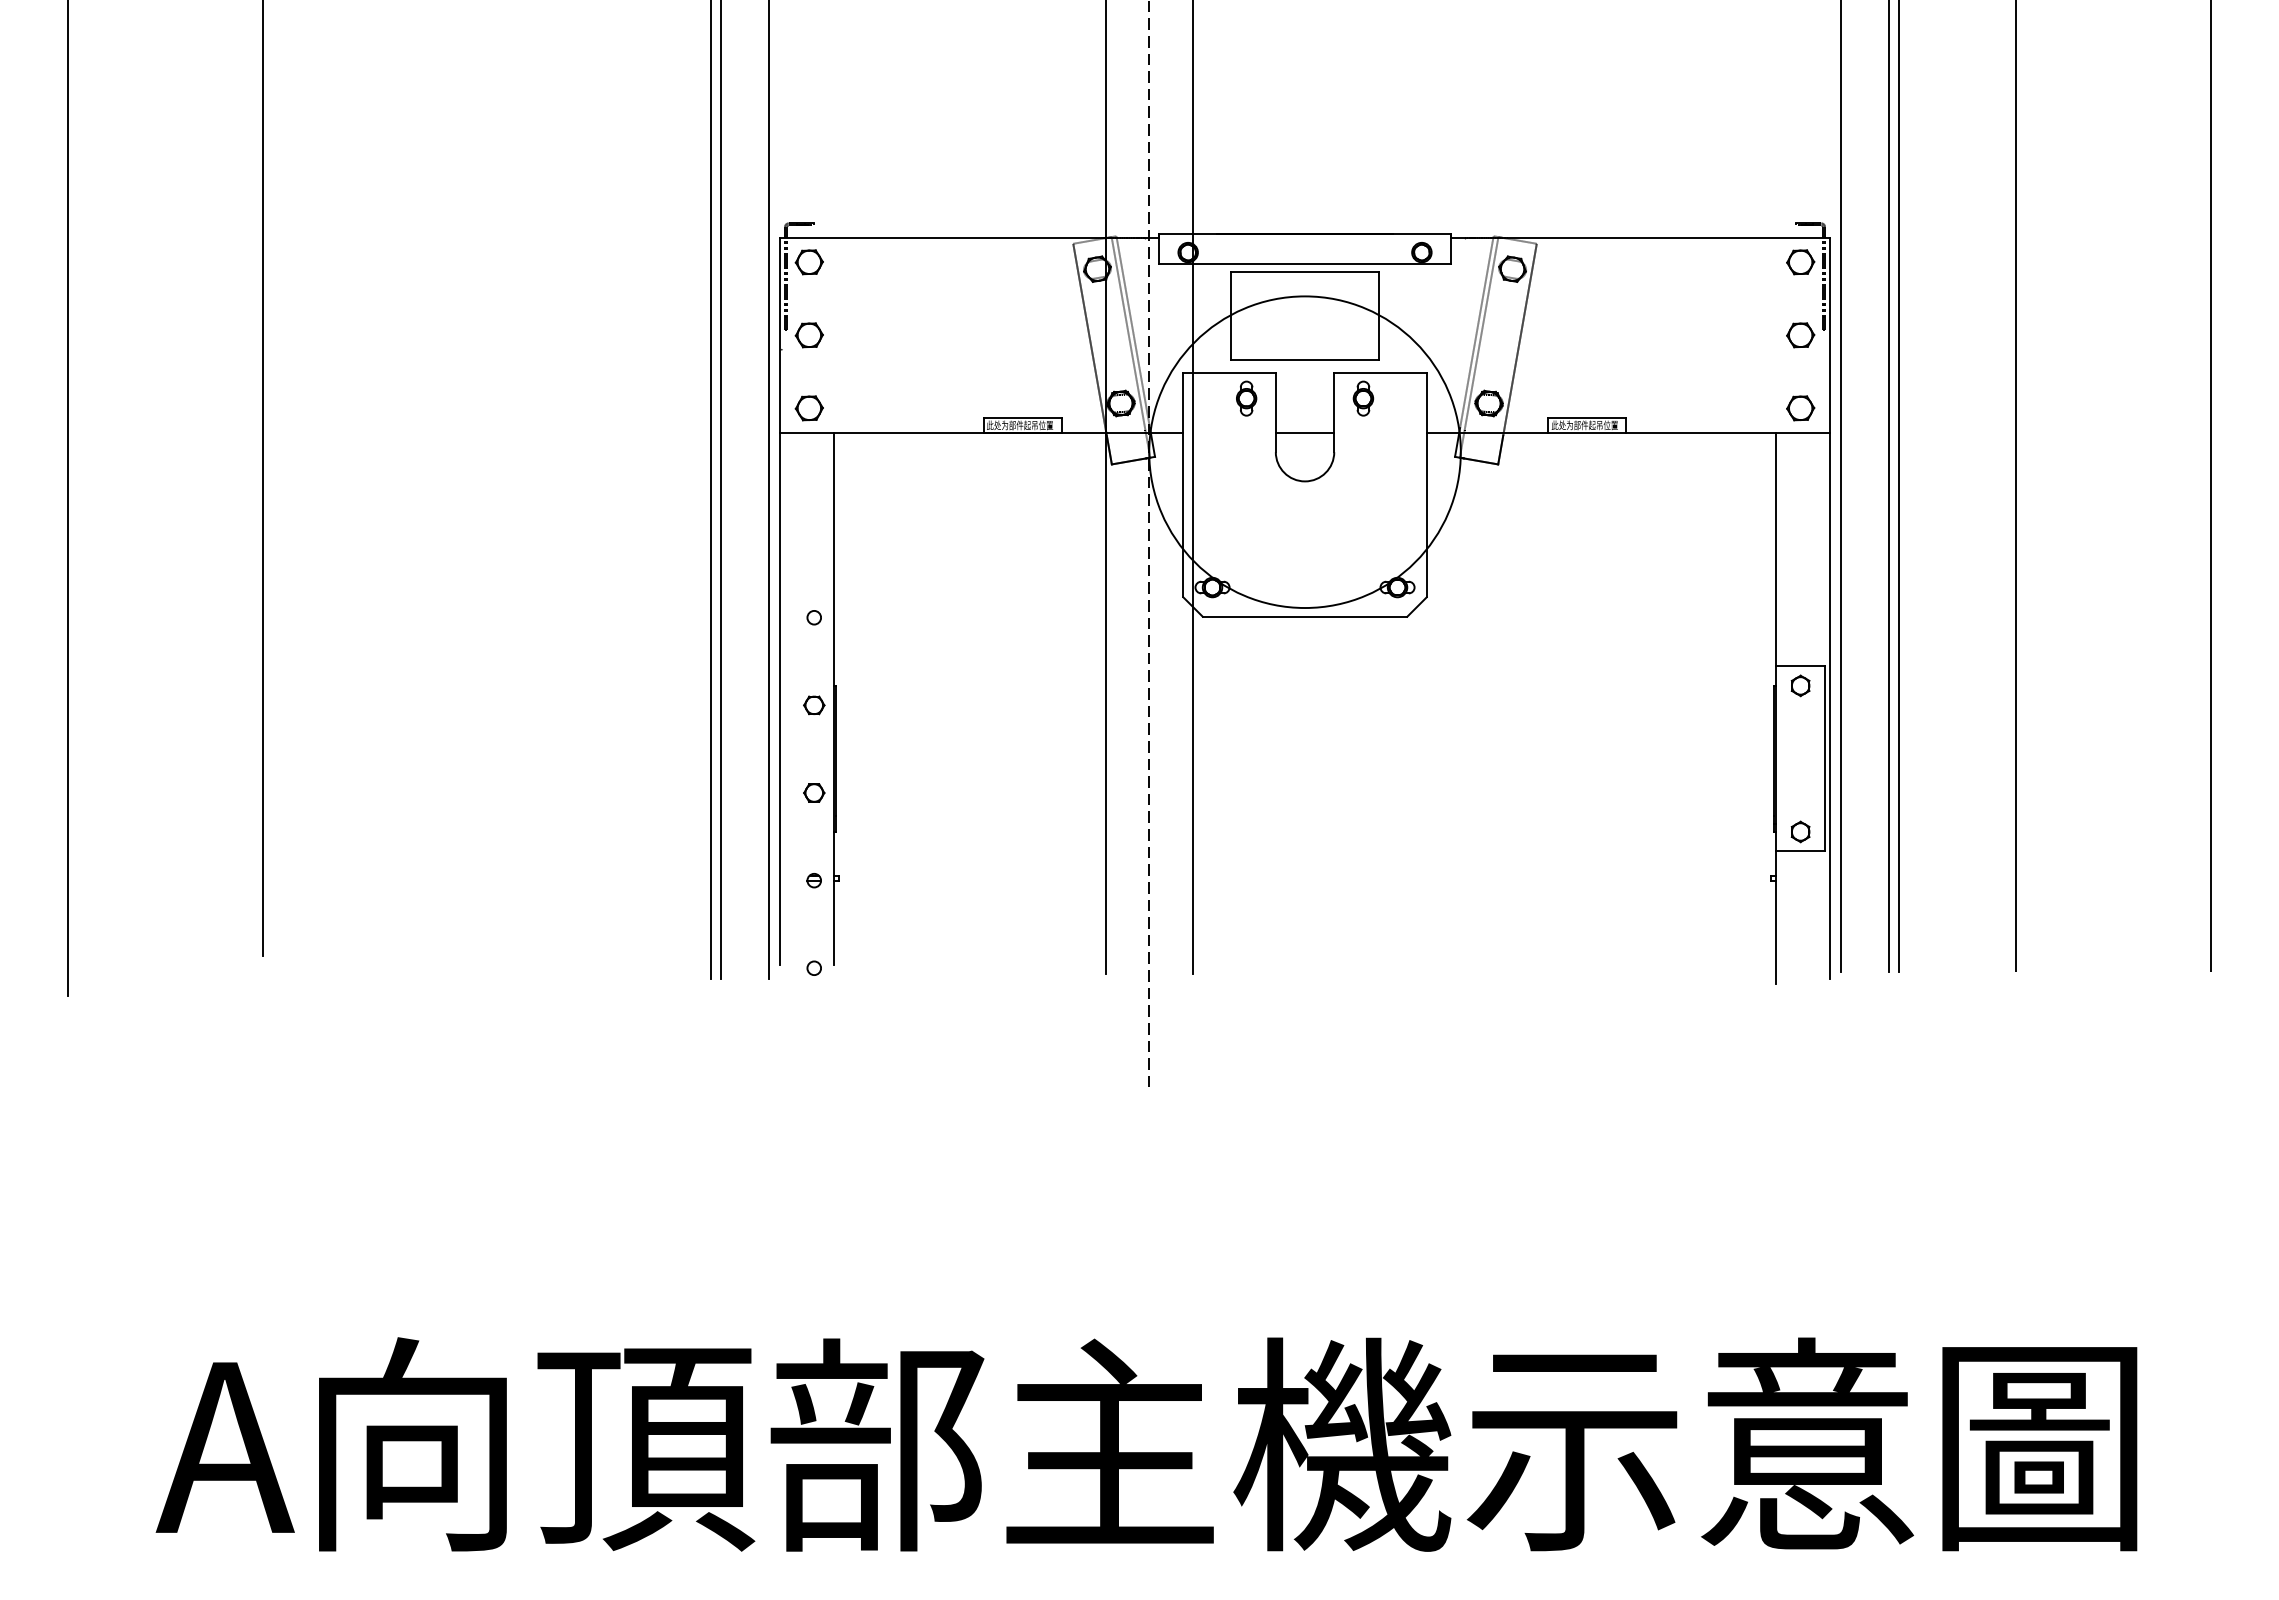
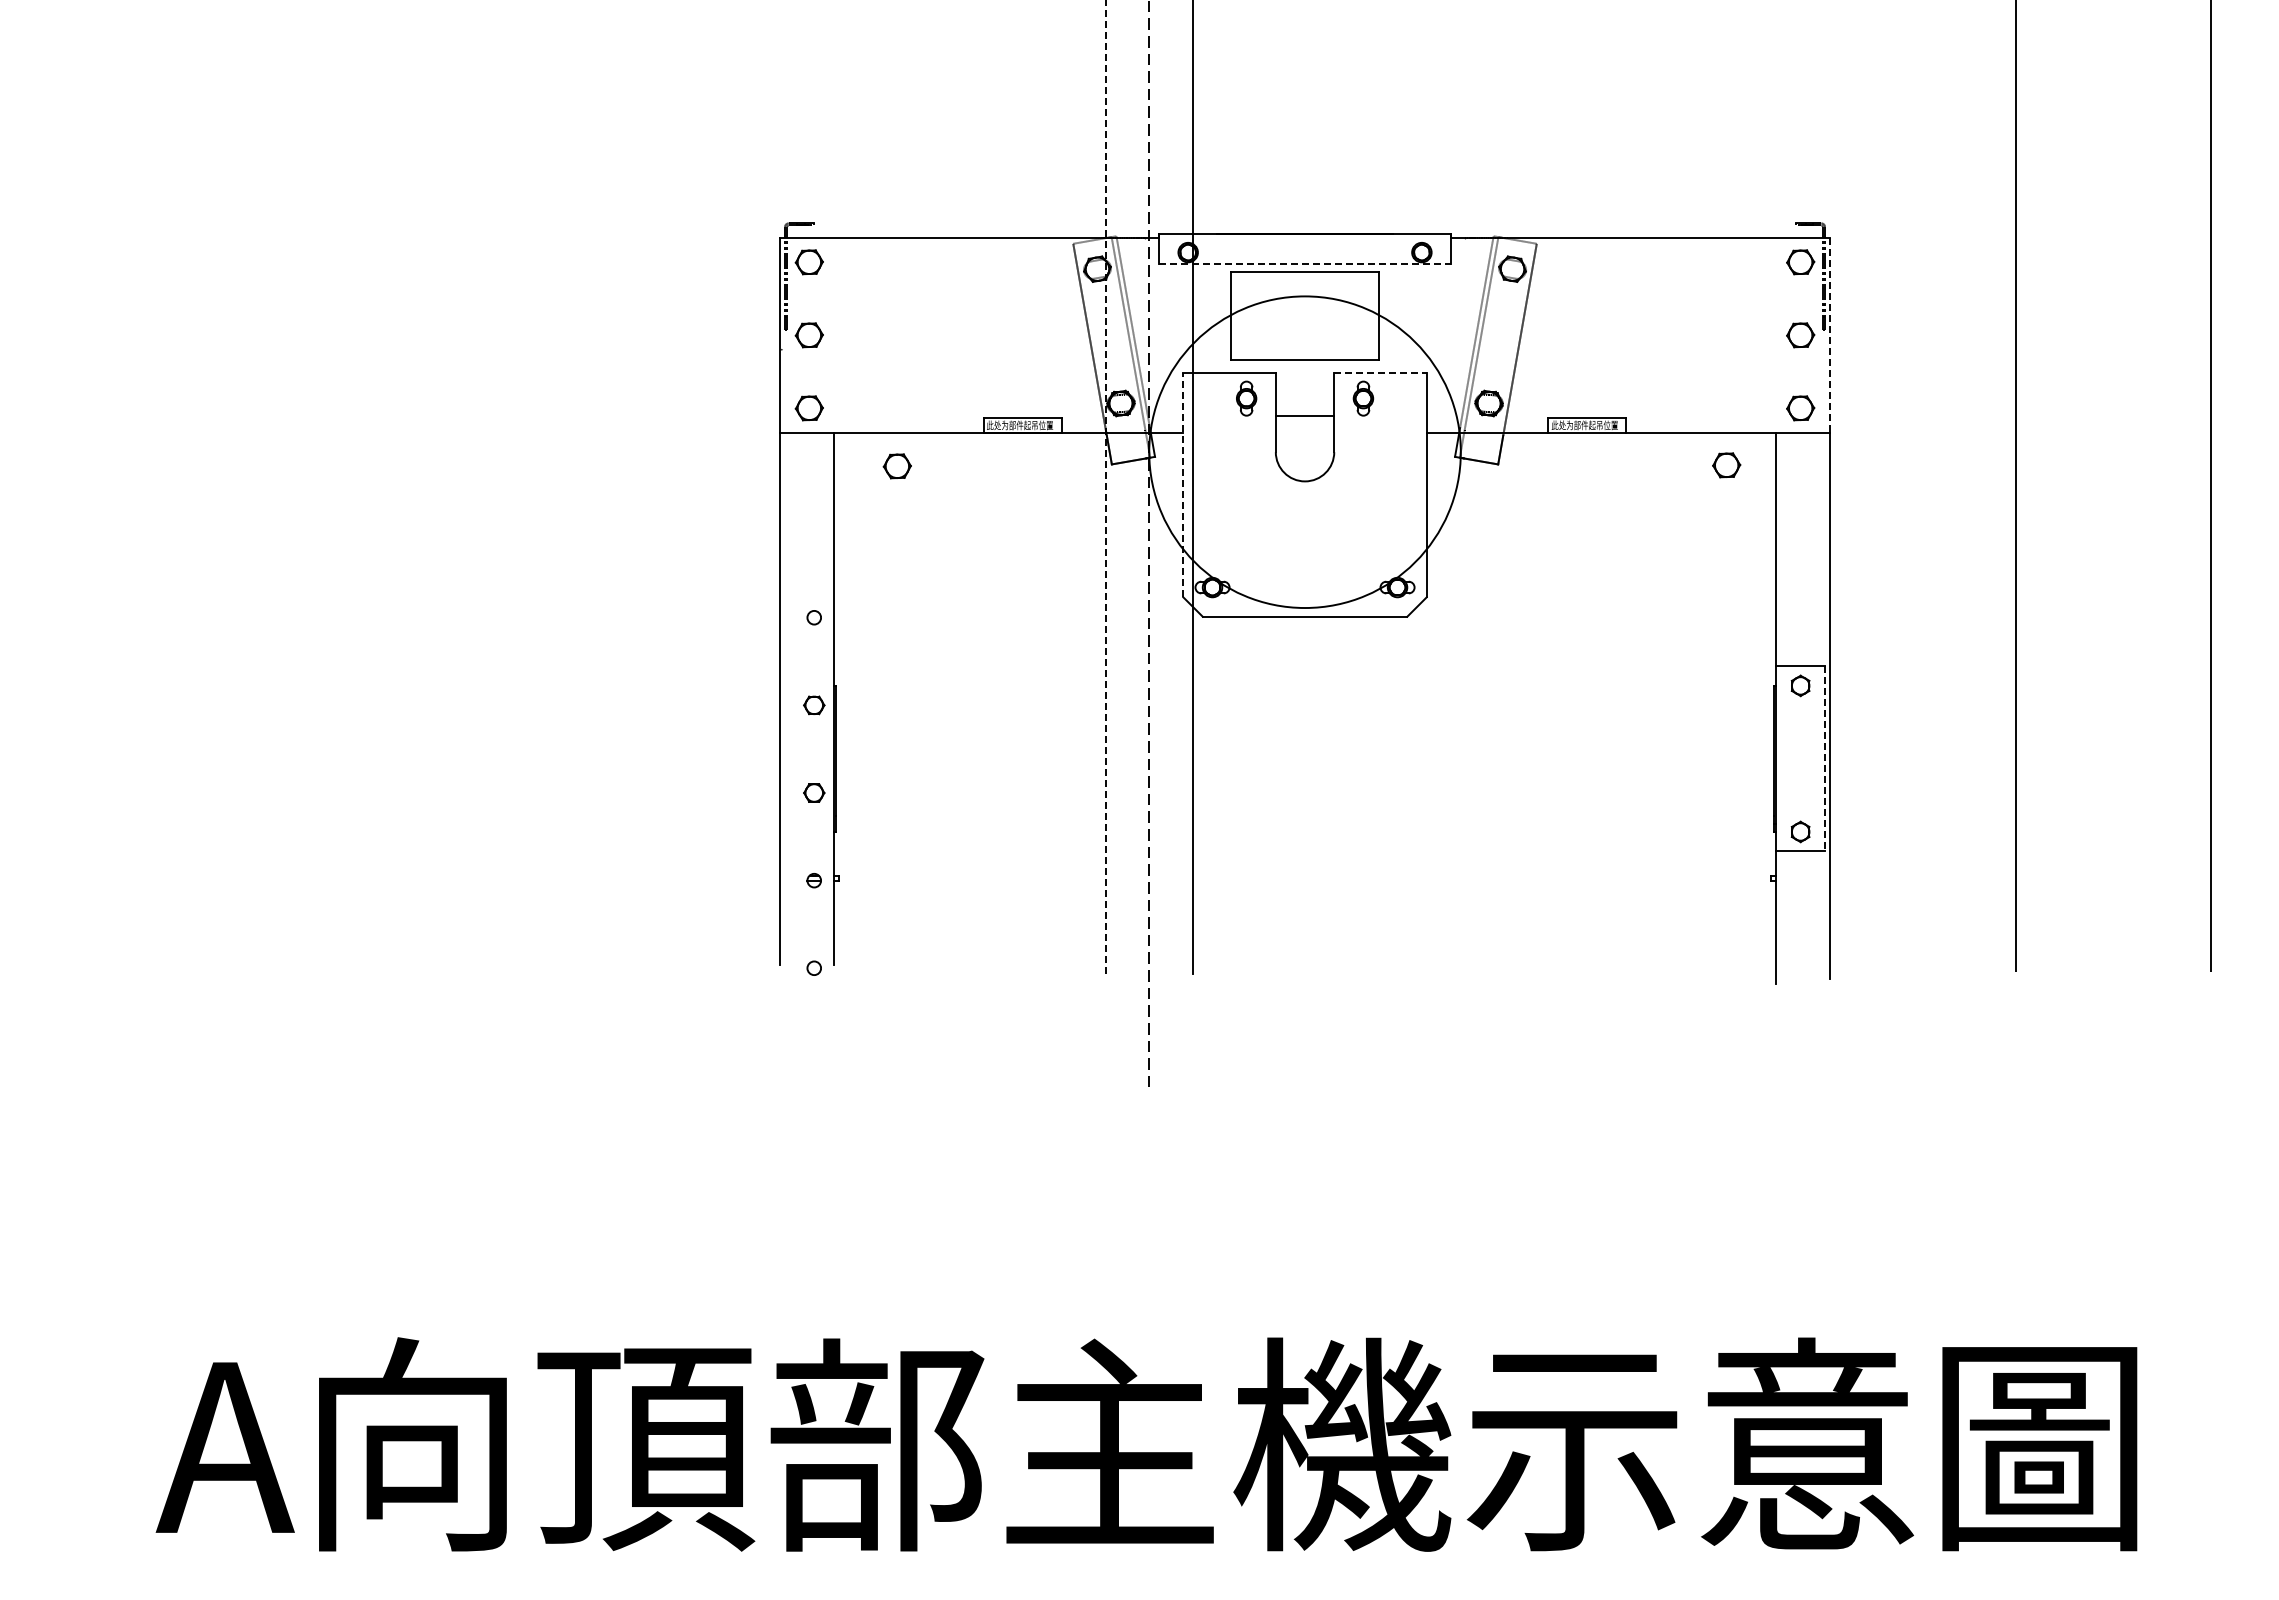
line at (1305, 264): solid -> dashed
line at (1829, 335): solid -> dashed
line at (1381, 373): solid -> dashed
line at (1304, 432) position: (1304, 432) -> (1304, 415)
part at (1726, 465): none -> present
part at (896, 466): none -> present
line at (263, 478): present -> none
line at (1183, 485): solid -> dashed
line at (1105, 486): solid -> dashed
line at (1840, 486): present -> none
line at (1889, 486): present -> none
line at (1899, 486): present -> none
line at (711, 490): present -> none
line at (720, 490): present -> none
line at (769, 490): present -> none
line at (68, 499): present -> none
line at (1825, 758): solid -> dashed
